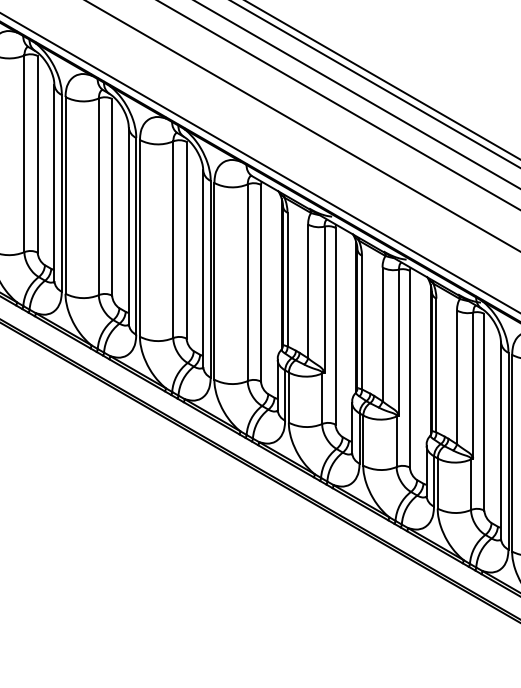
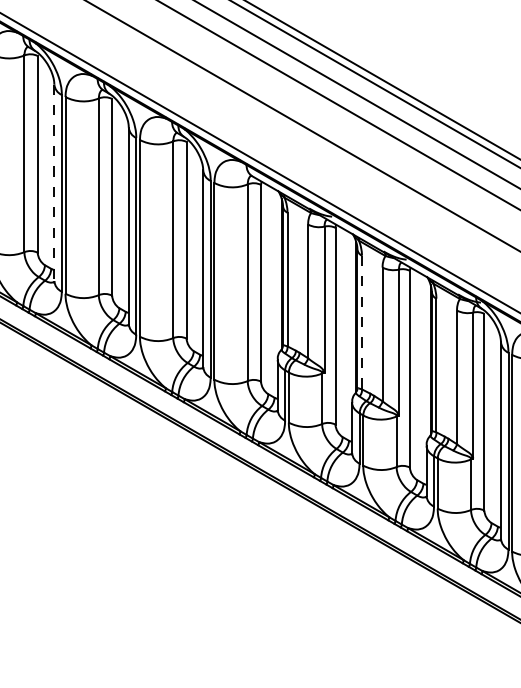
line at (54, 183): solid -> dashed
line at (361, 322): solid -> dashed
